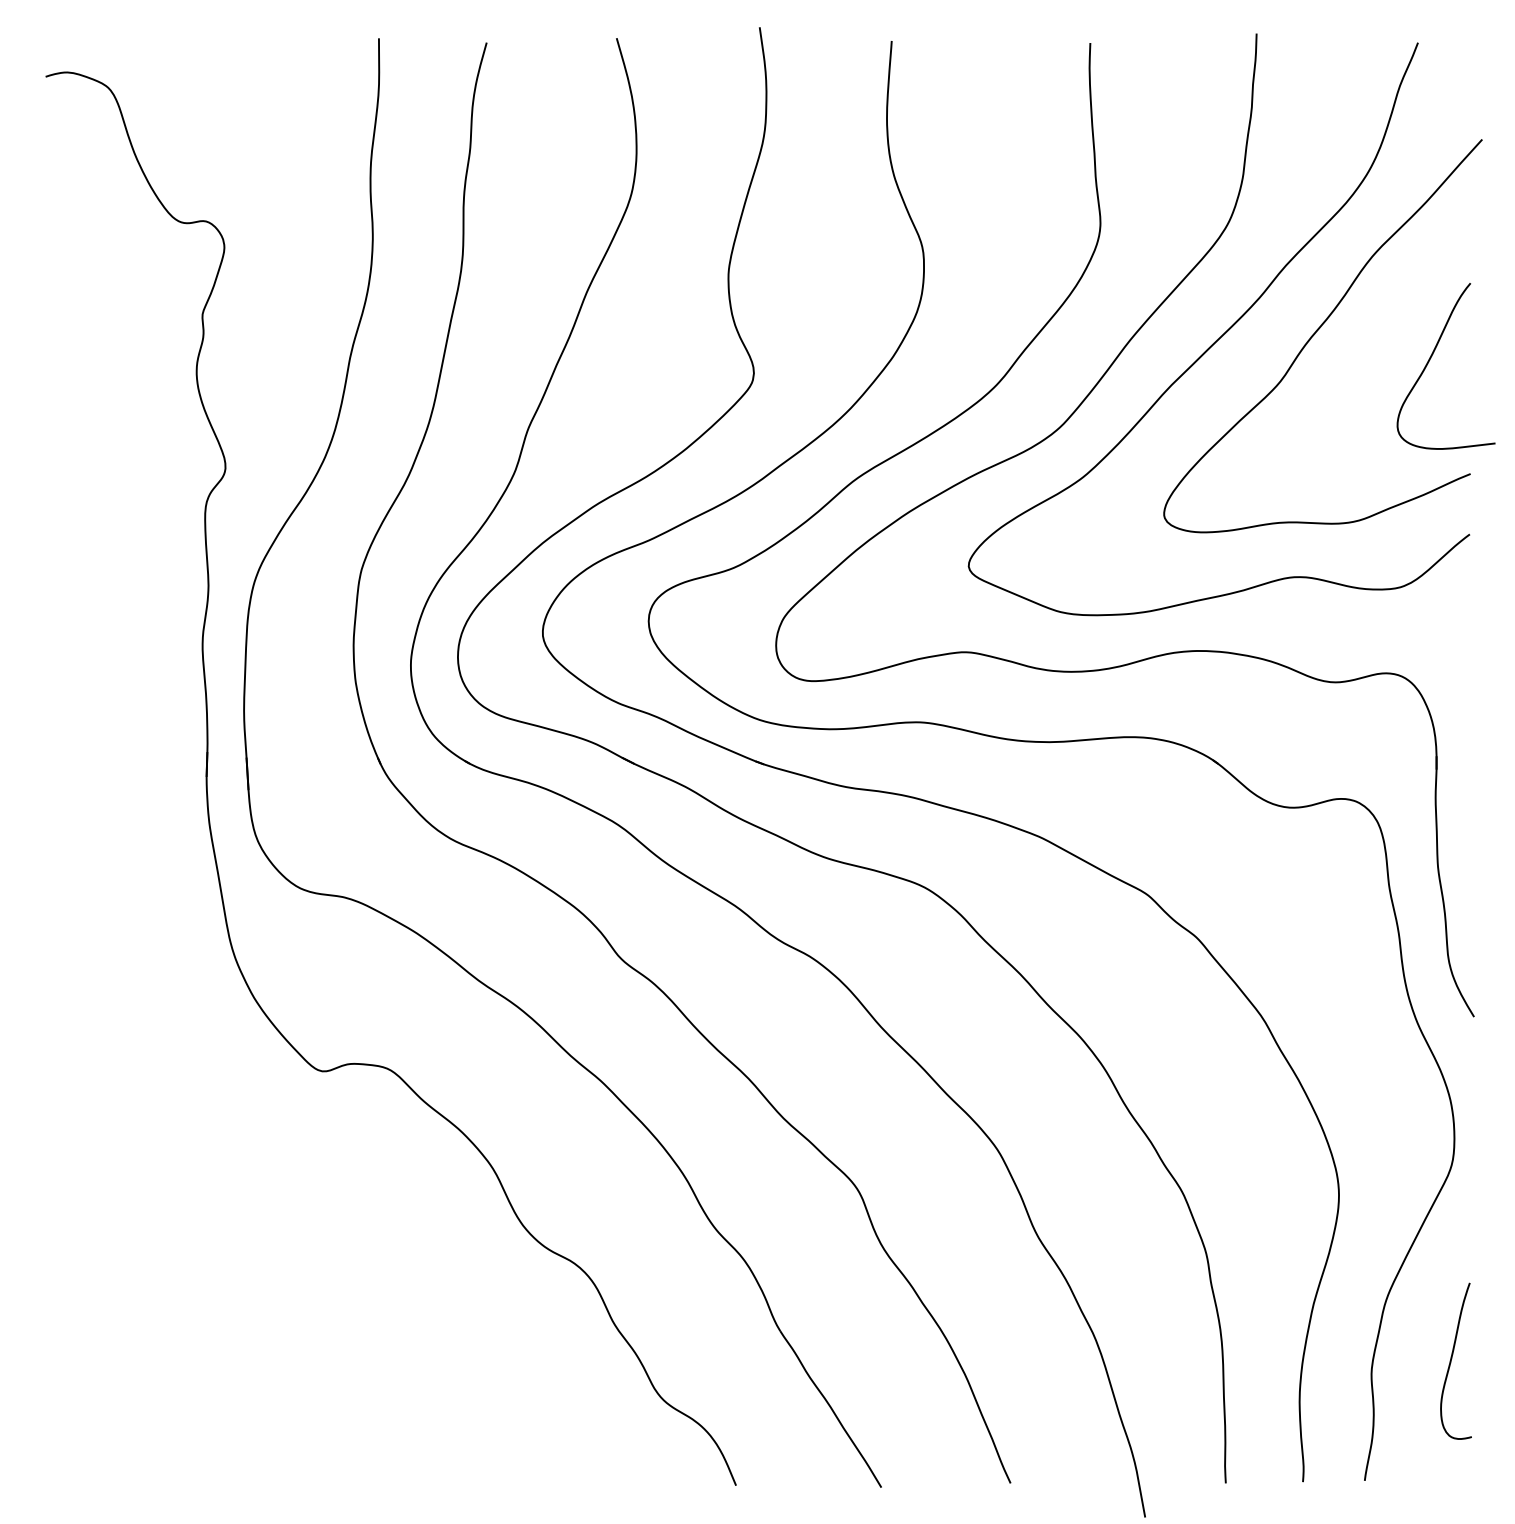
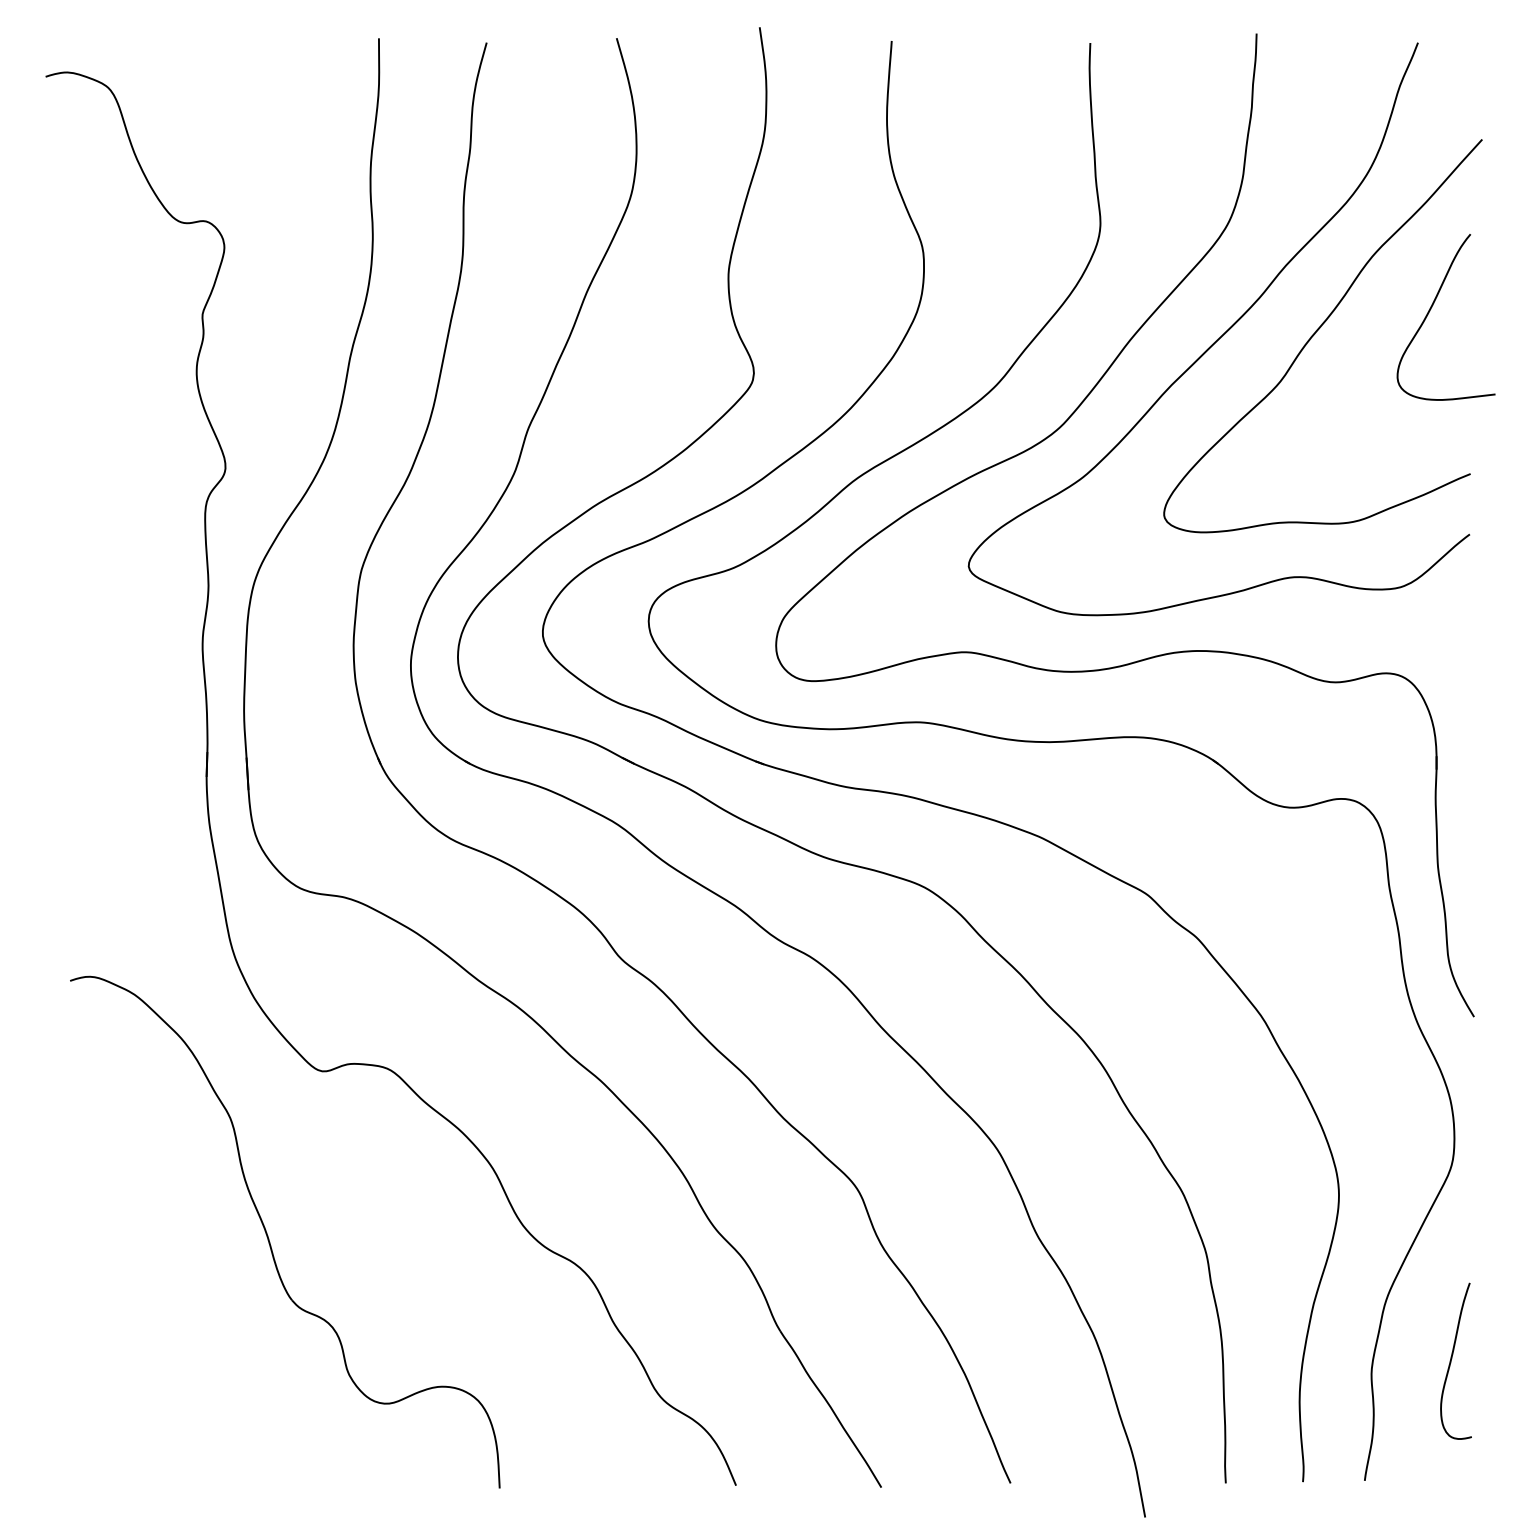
curve at (1431, 358) position: (1431, 358) -> (1431, 309)
part at (268, 1235): none -> present
